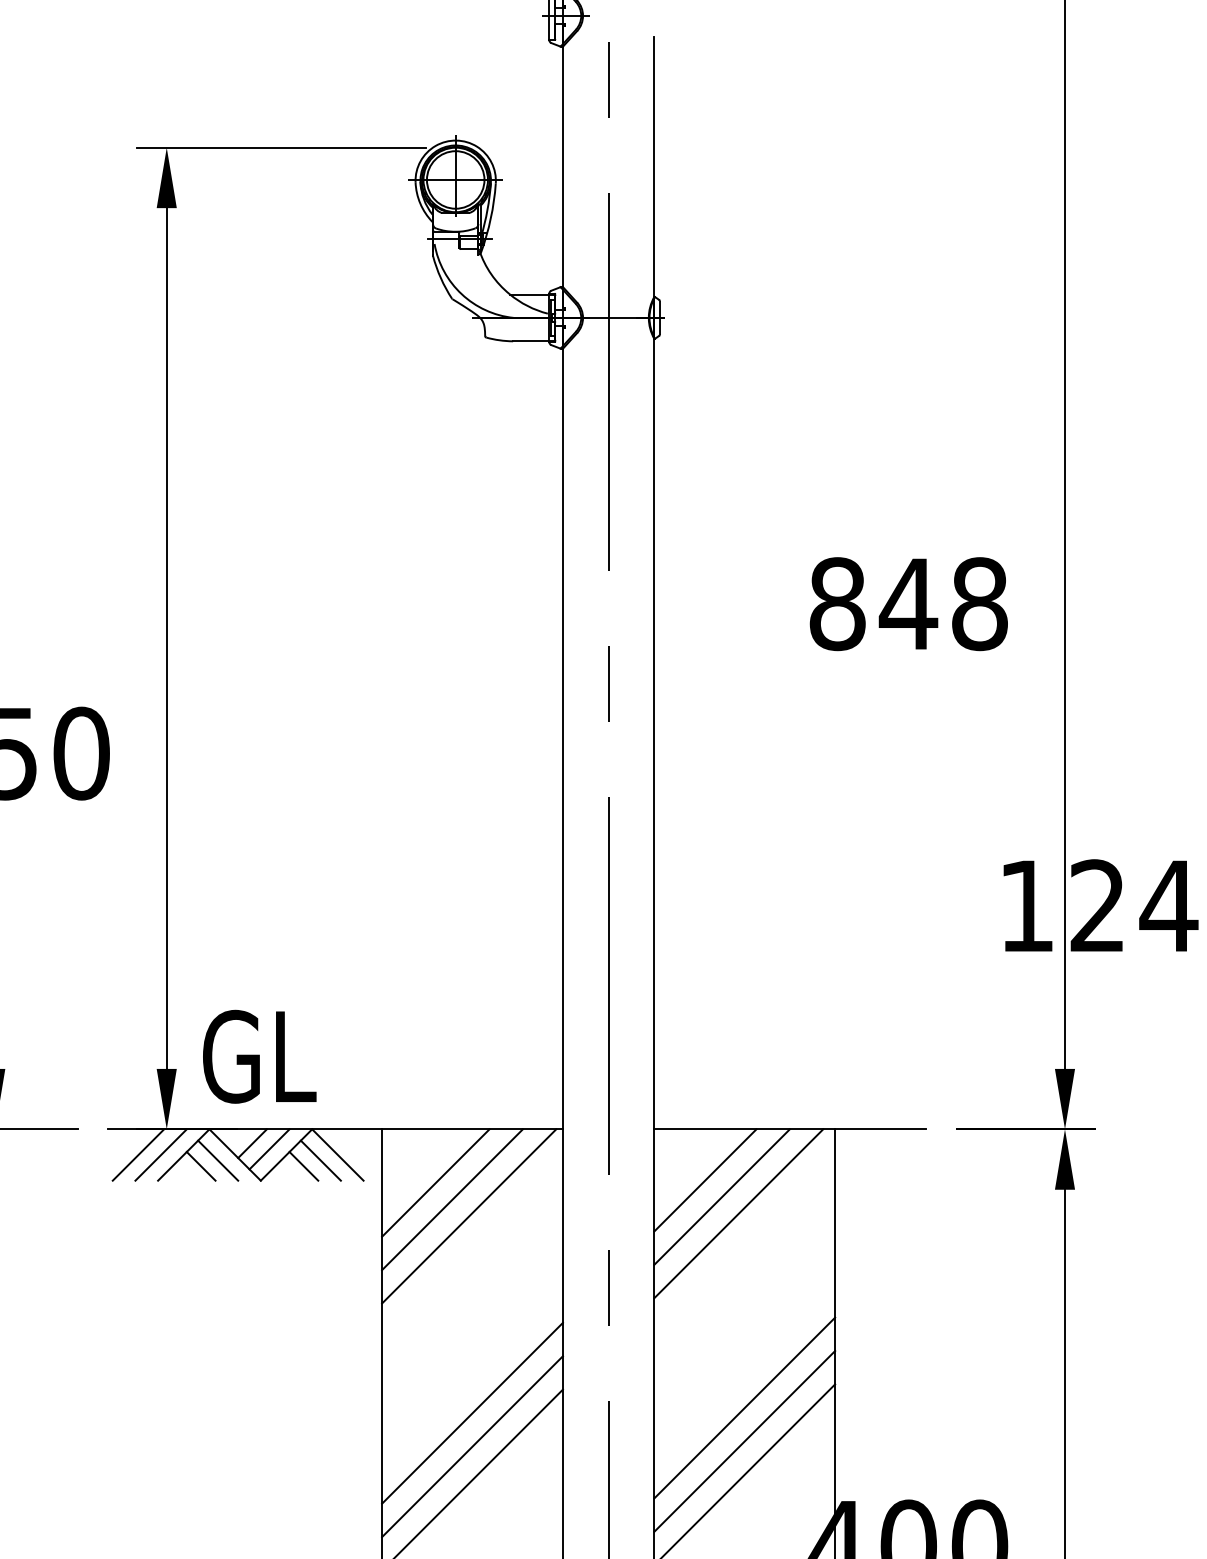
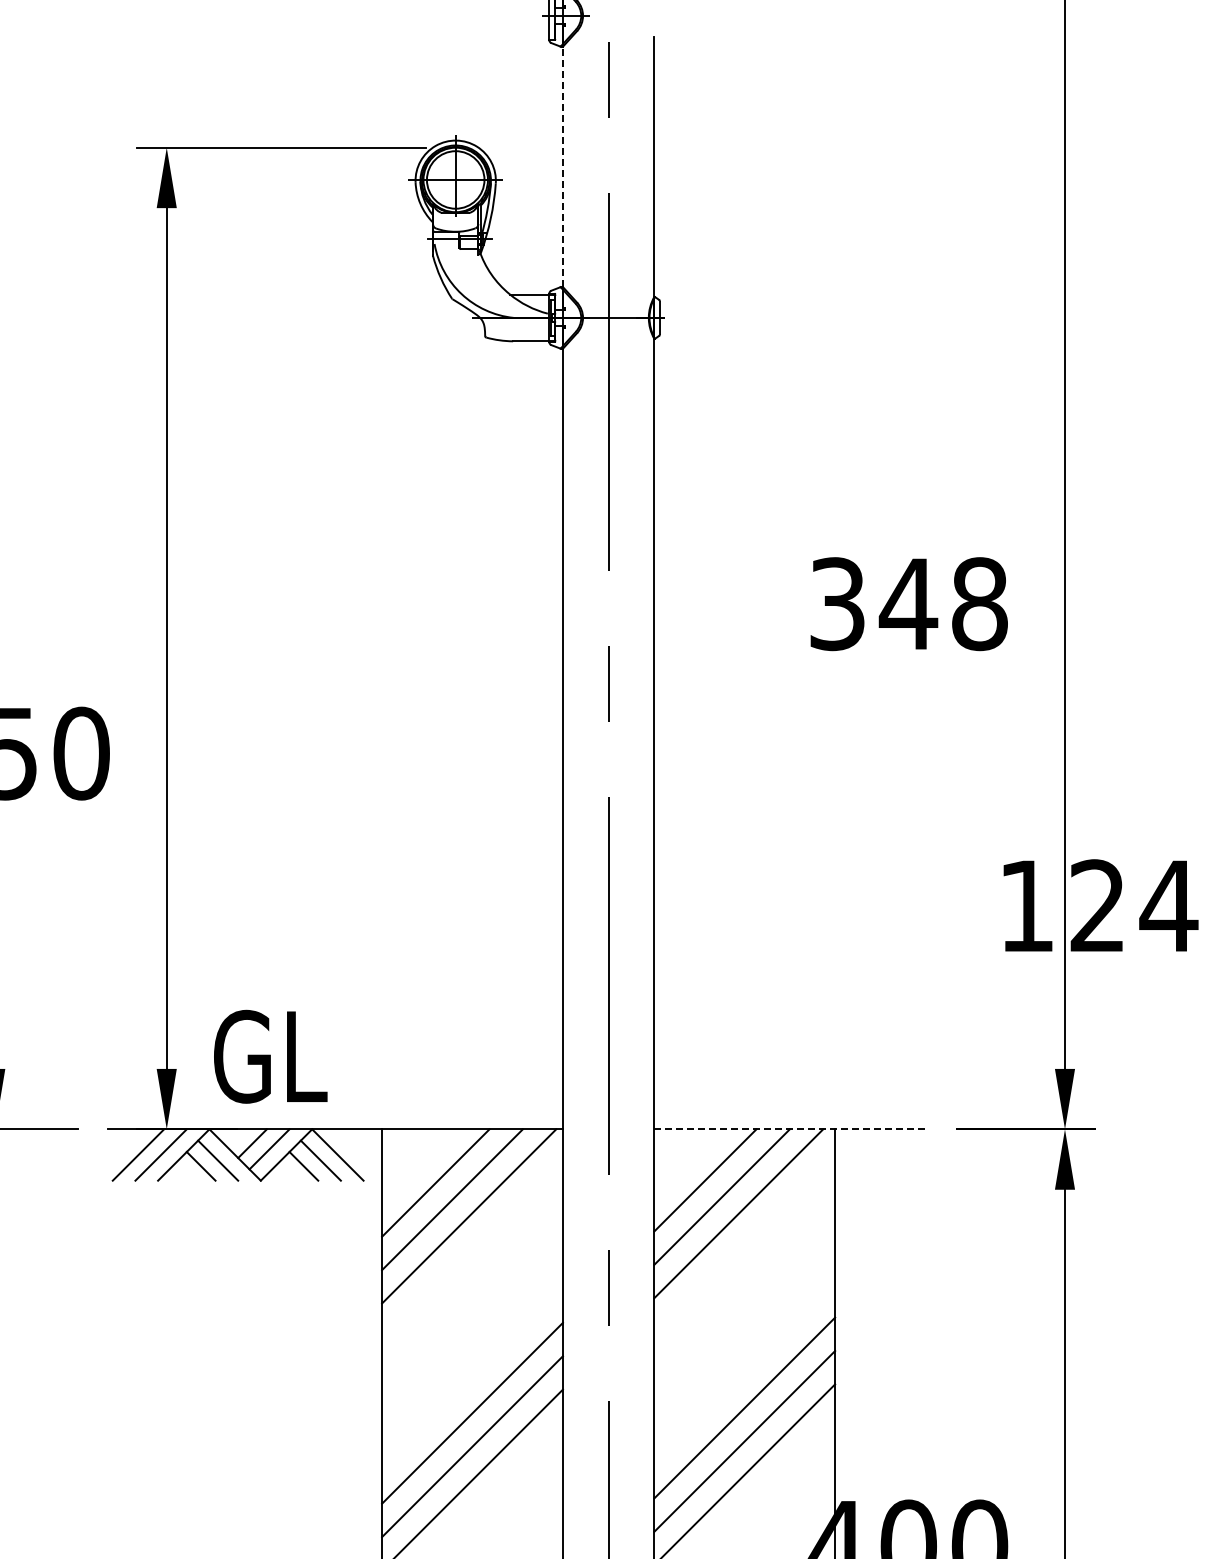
line at (562, 166): solid -> dashed
text at (837, 604): 848 -> 348
text at (259, 1056) position: (259, 1056) -> (270, 1056)
line at (790, 1129): solid -> dashed
